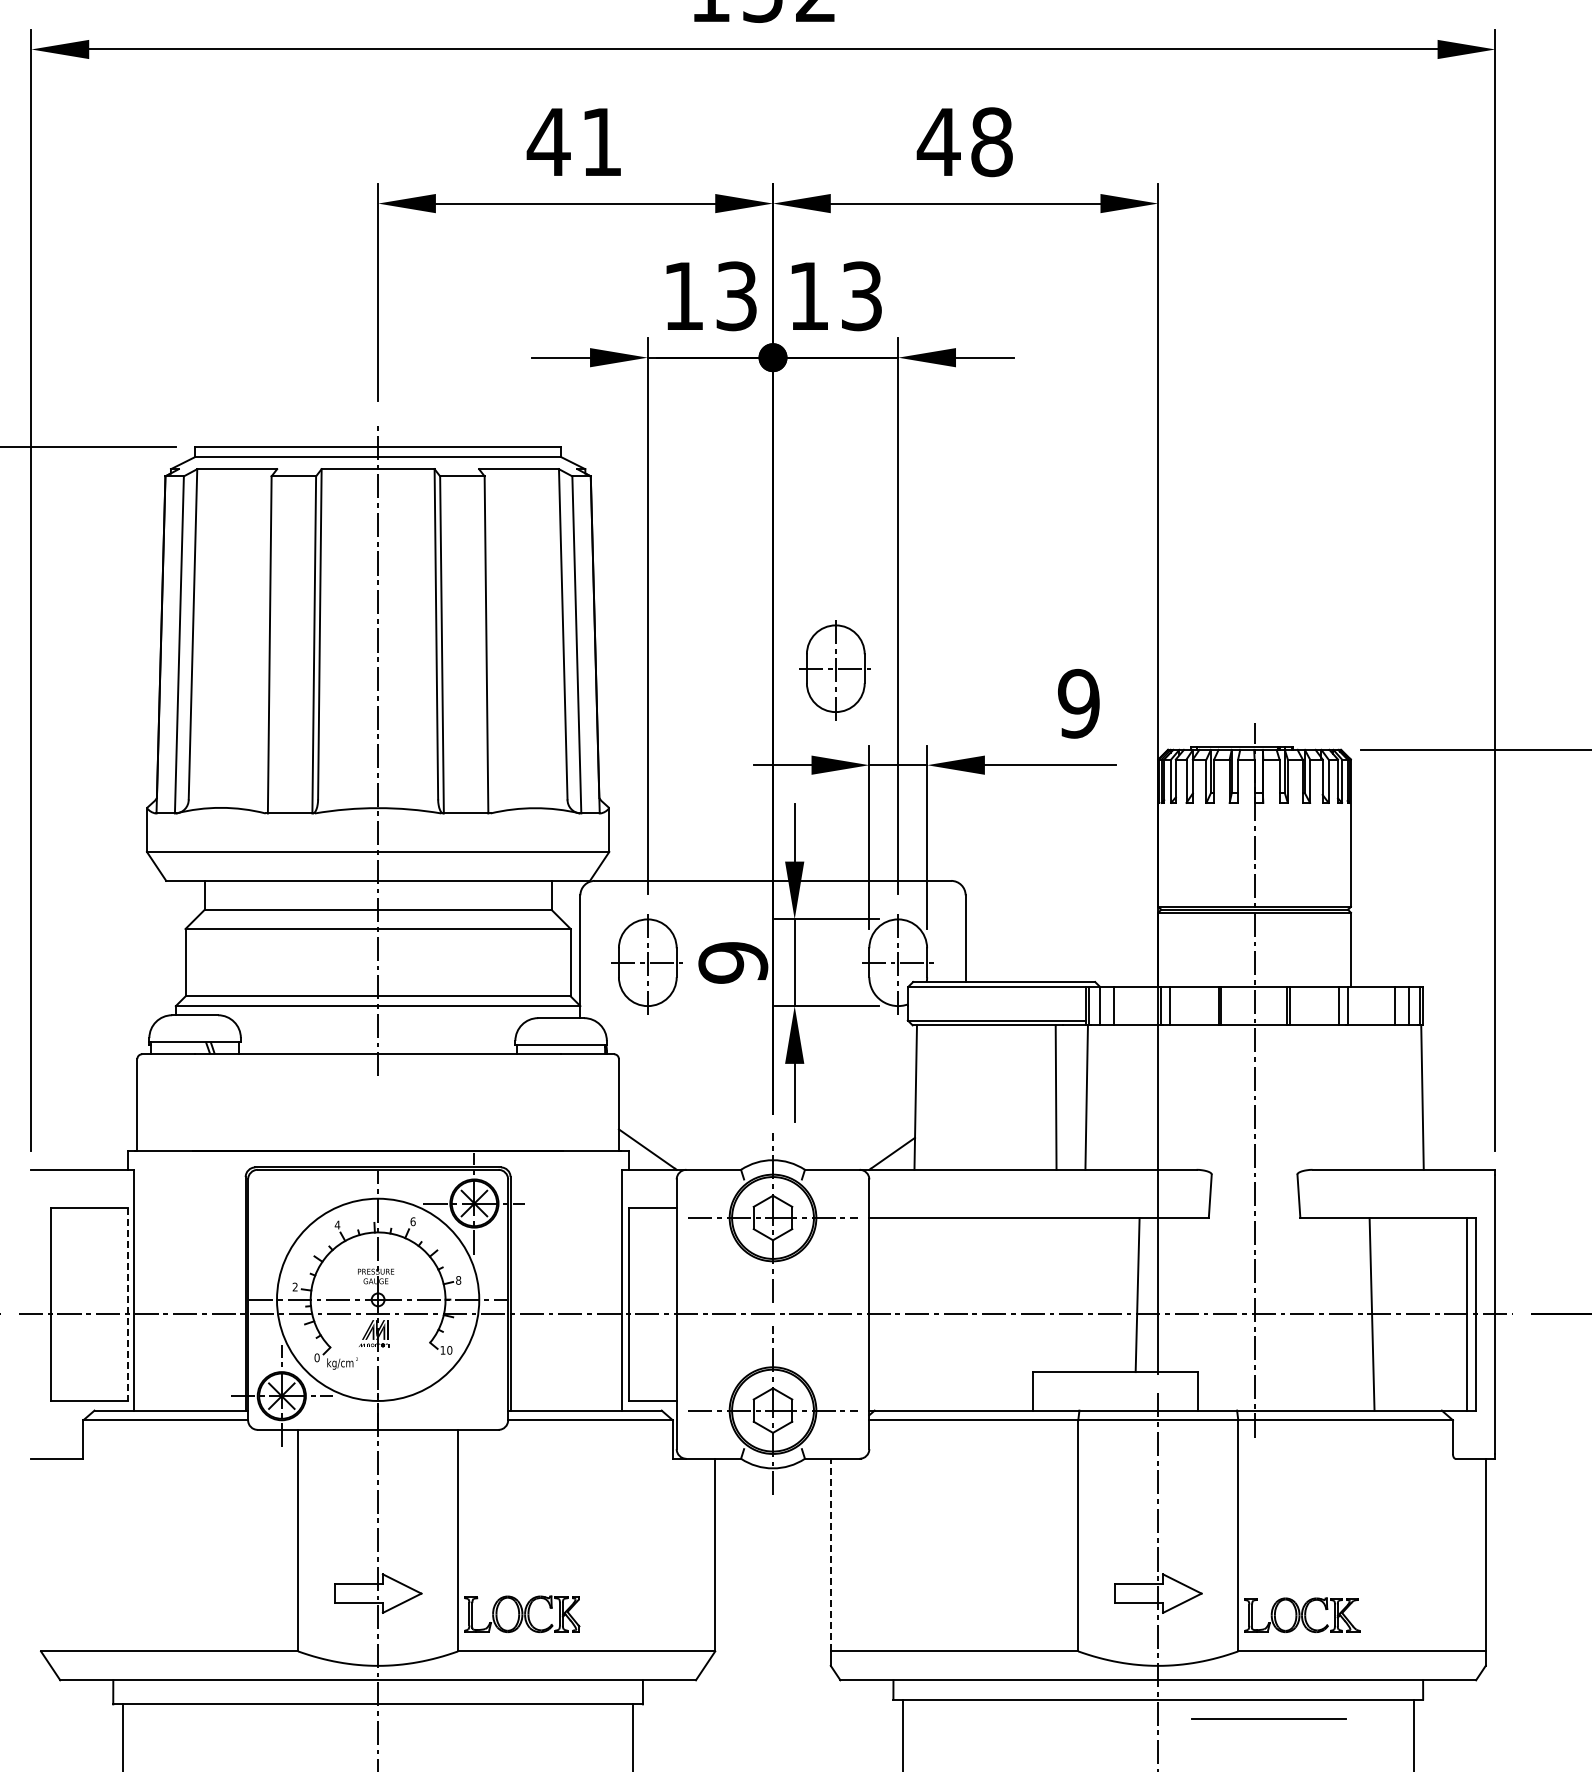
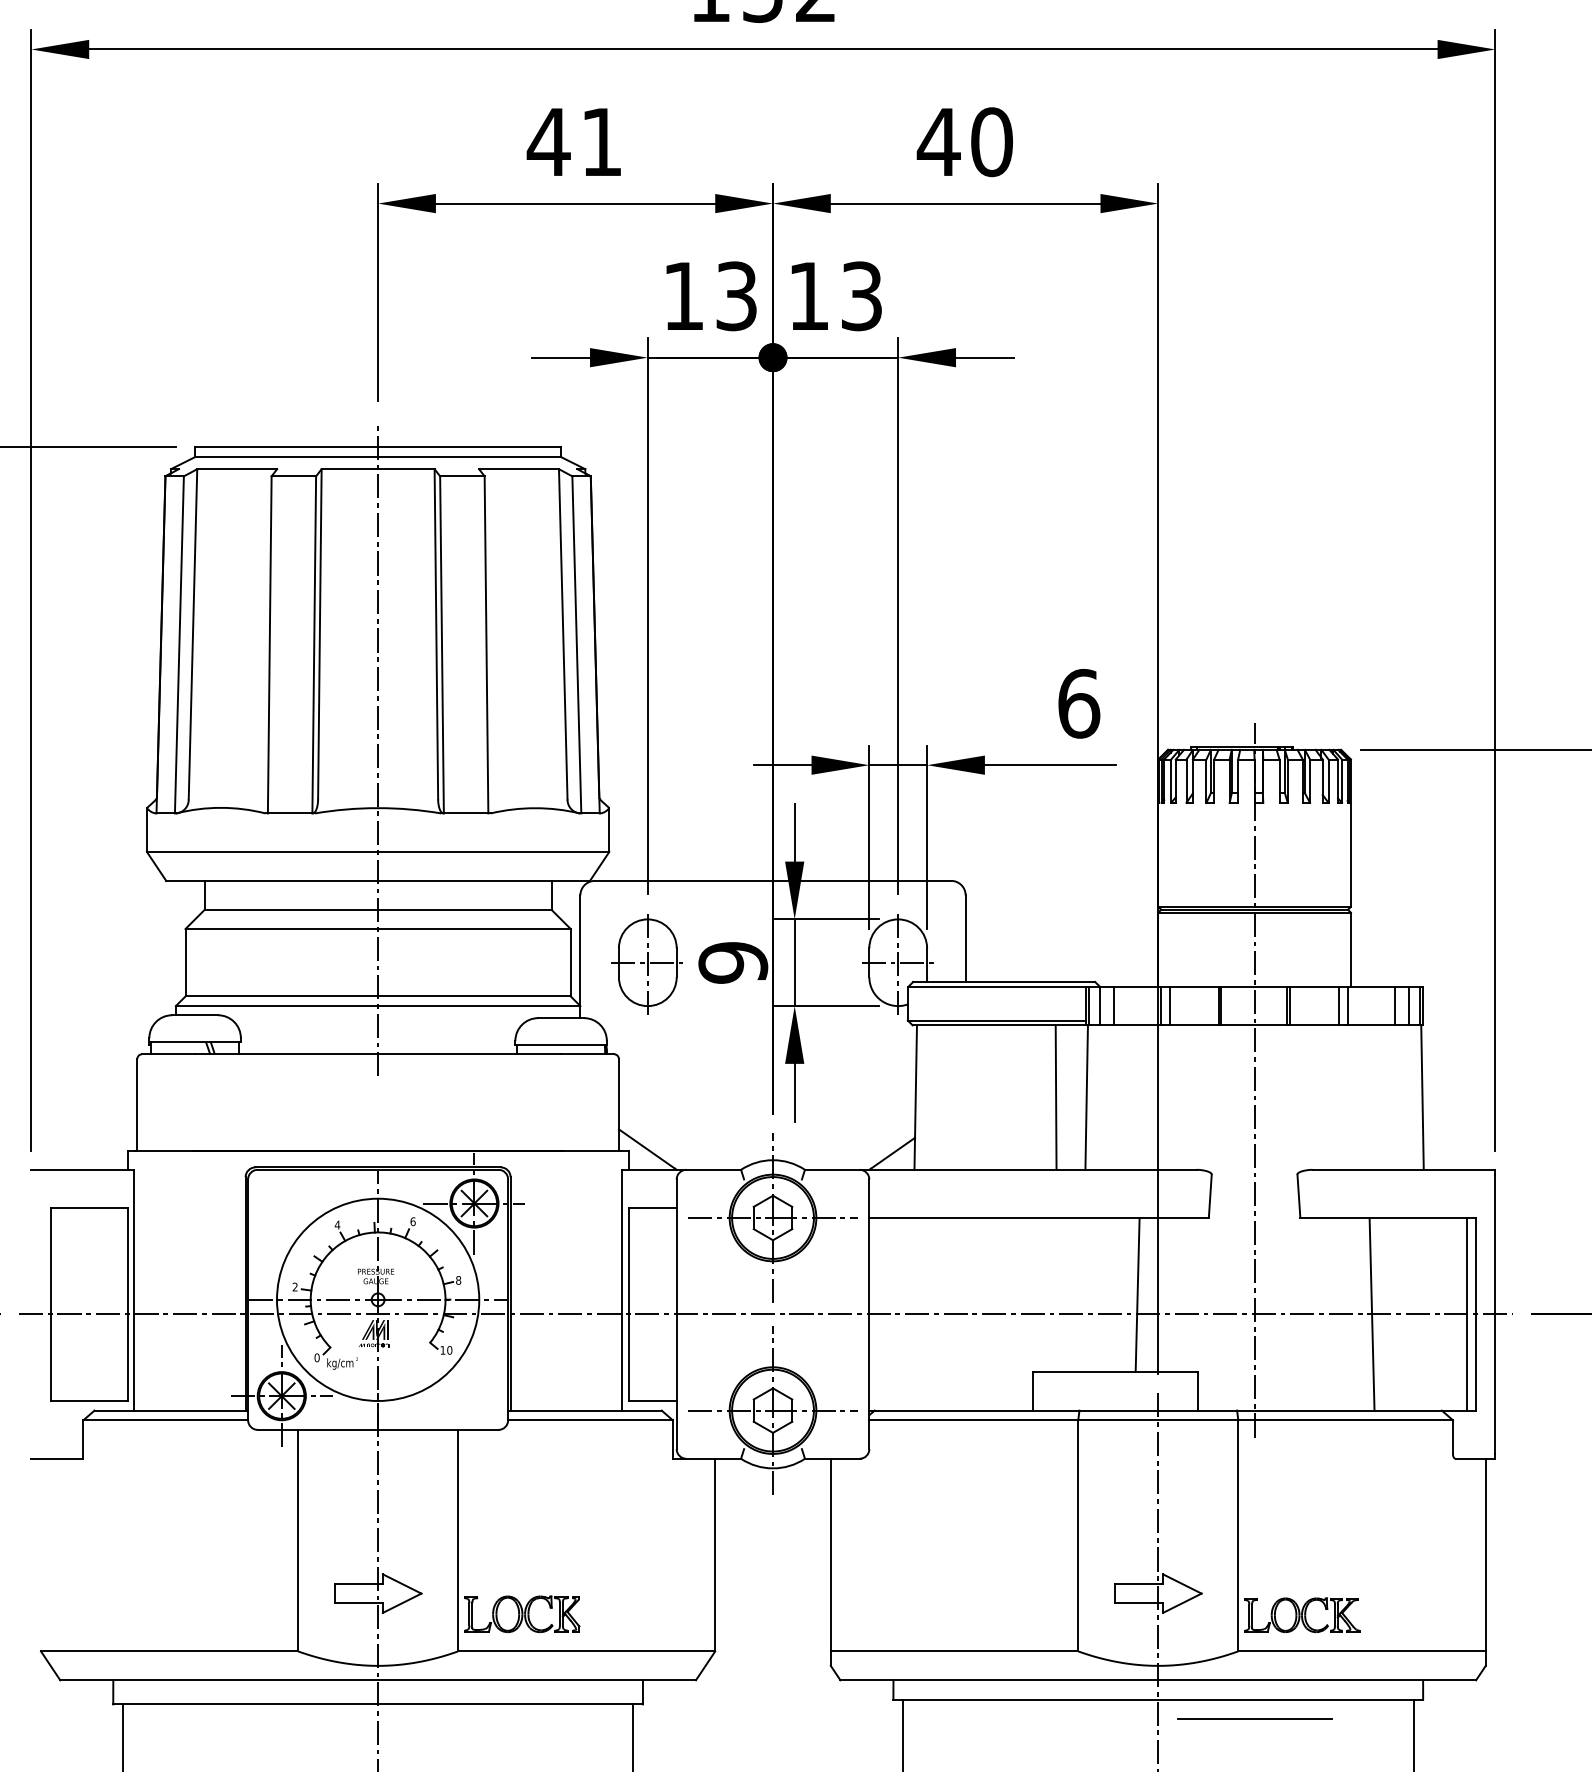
text at (991, 141): 48 -> 40
part at (834, 670): present -> none
text at (1079, 703): 9 -> 6
line at (127, 1305): dashed -> solid
line at (830, 1554): dashed -> solid
line at (1268, 1718) position: (1268, 1718) -> (1254, 1718)
